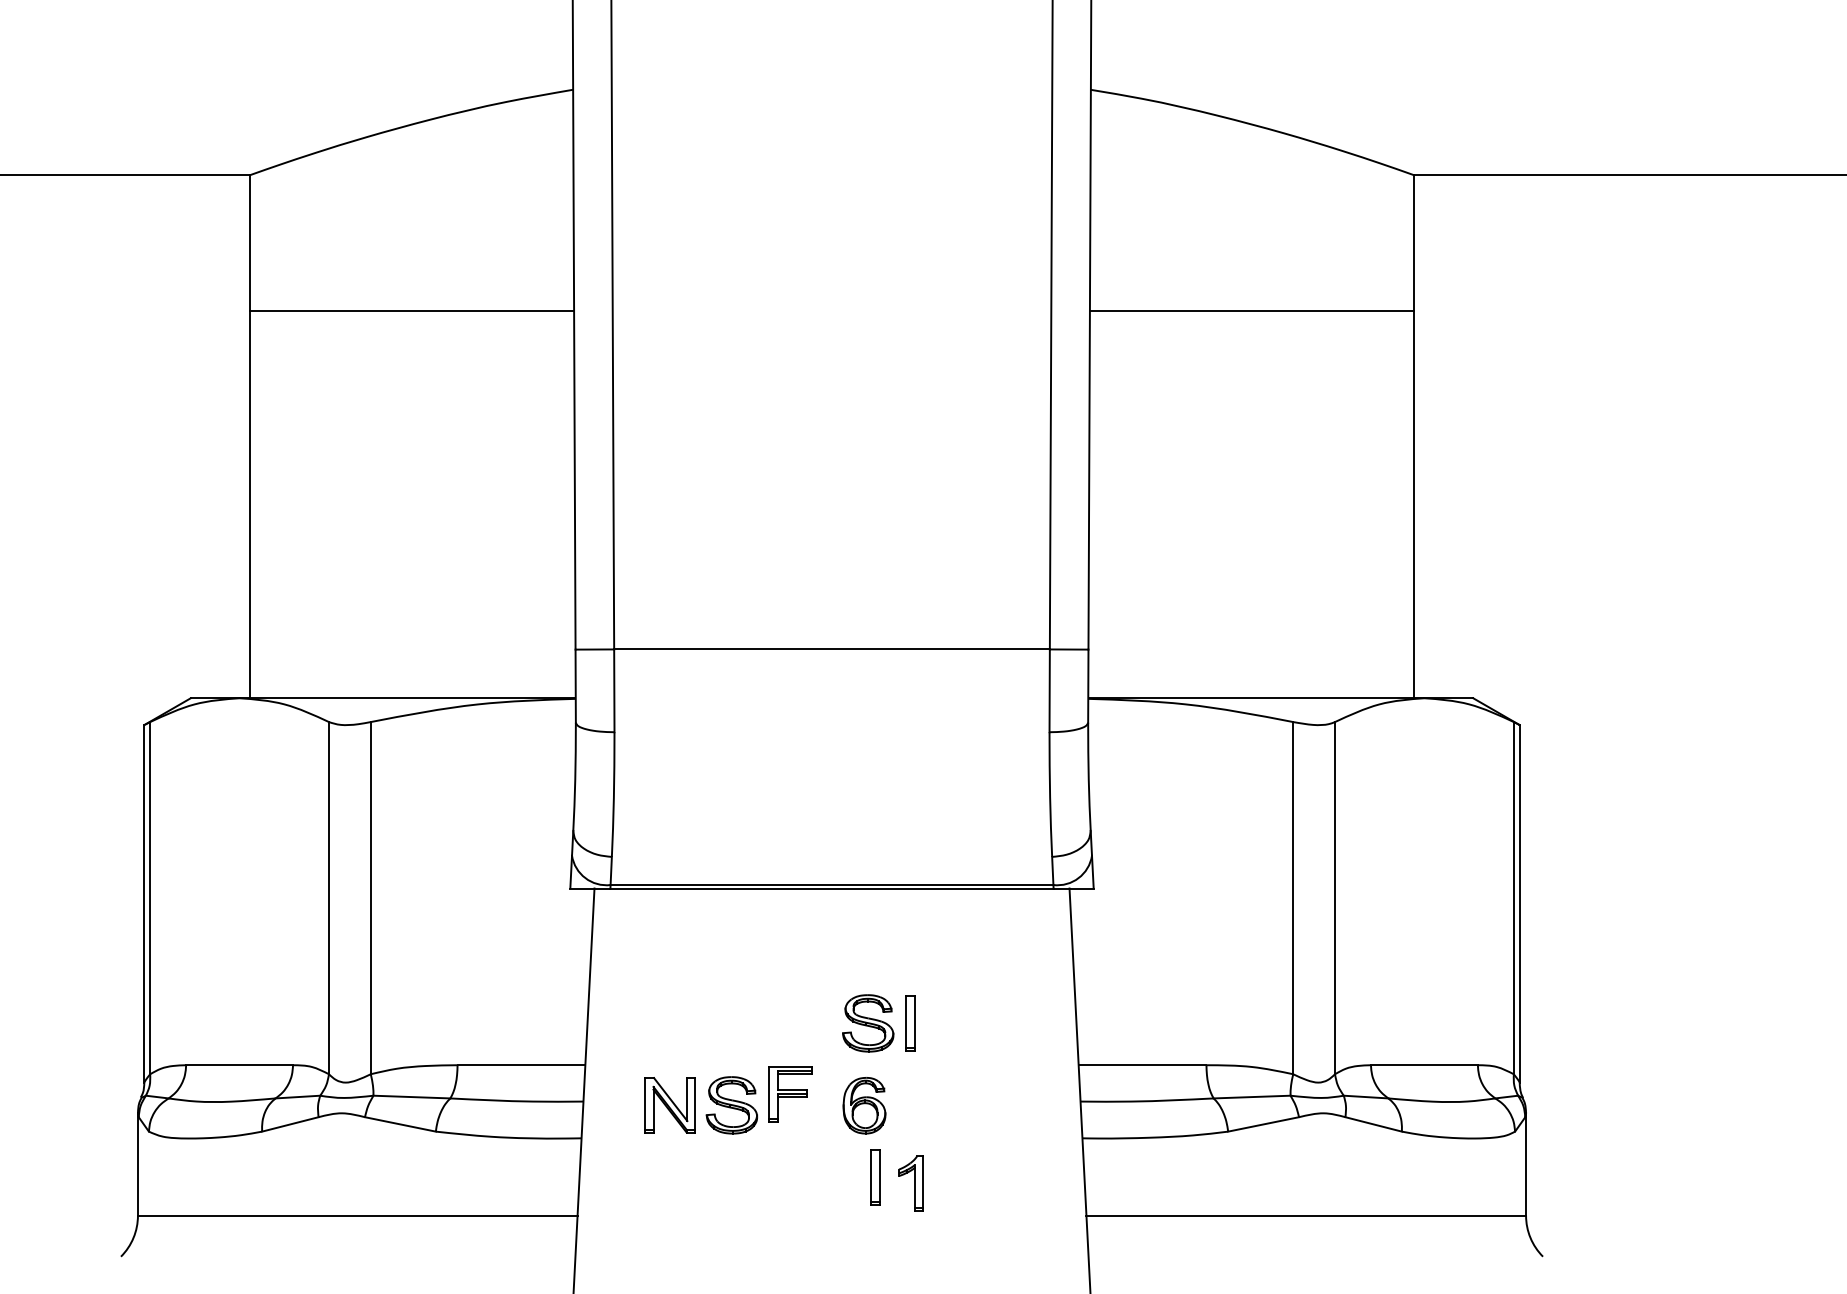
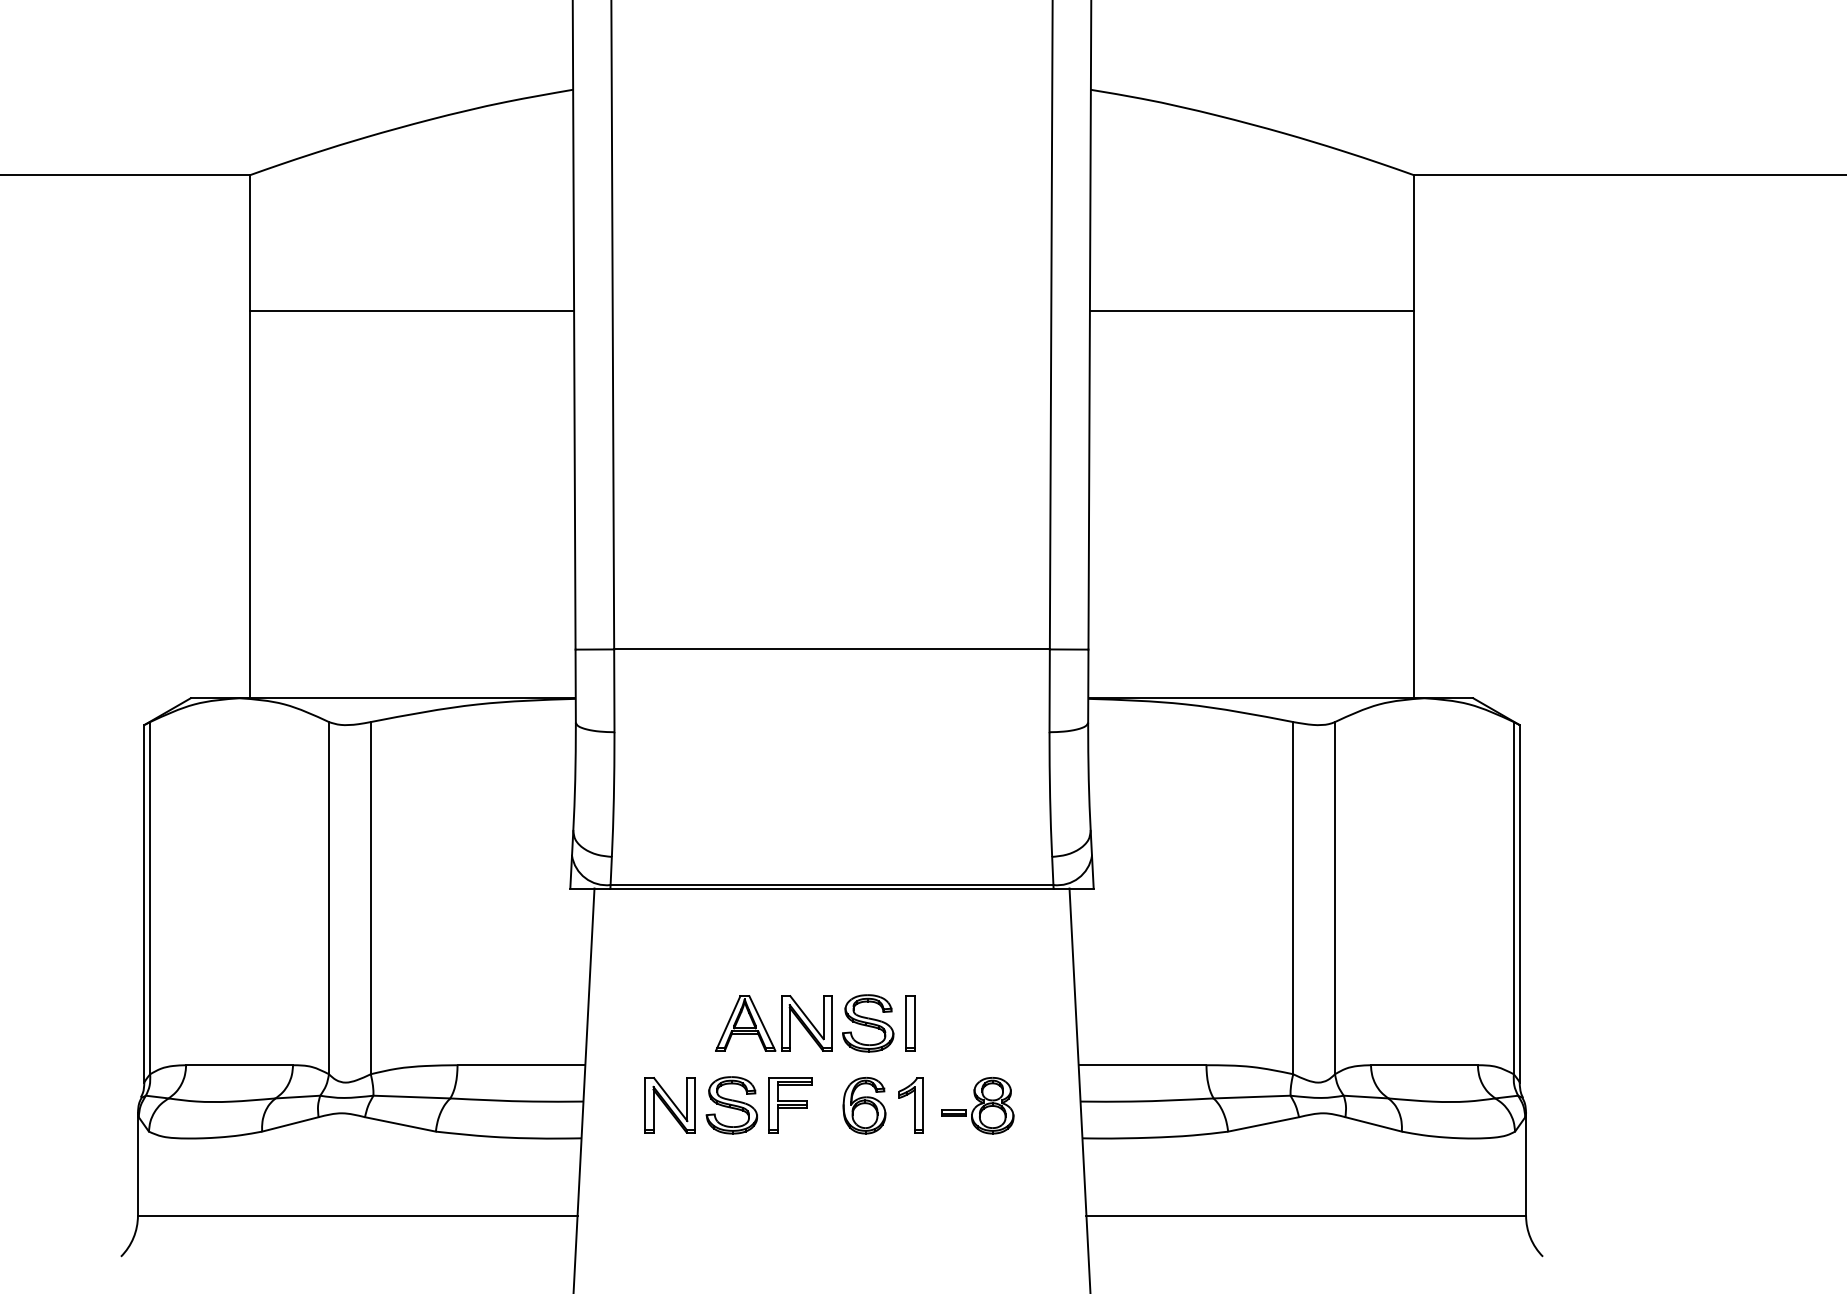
part at (781, 1023): none -> present
part at (790, 1094) position: (790, 1094) -> (790, 1105)
part at (977, 1105): none -> present
part at (875, 1177): present -> none
part at (910, 1183) position: (910, 1183) -> (910, 1105)
